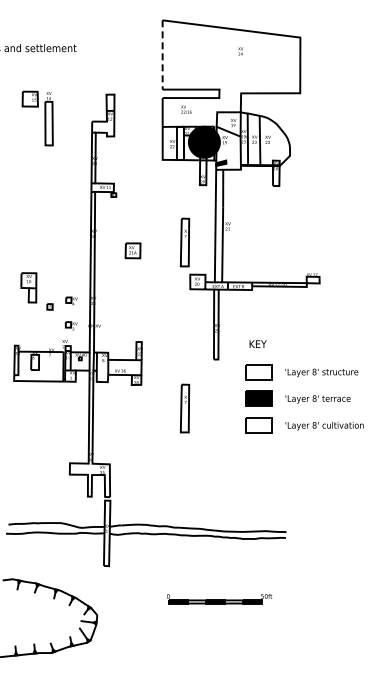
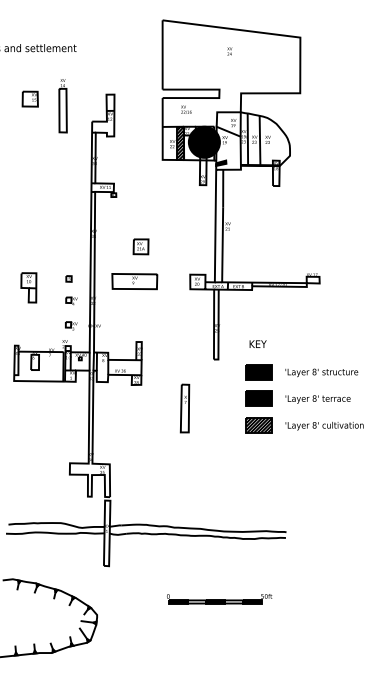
text at (240, 51) position: (240, 51) -> (229, 51)
line at (162, 54): dashed -> solid
part at (48, 119) position: (48, 119) -> (62, 106)
hatch at (180, 142): none -> present
part at (184, 242): present -> none
part at (132, 250) position: (132, 250) -> (140, 246)
part at (134, 281): none -> present
part at (49, 306) position: (49, 306) -> (68, 278)
fill at (258, 371): none -> present
hatch at (259, 424): none -> present
